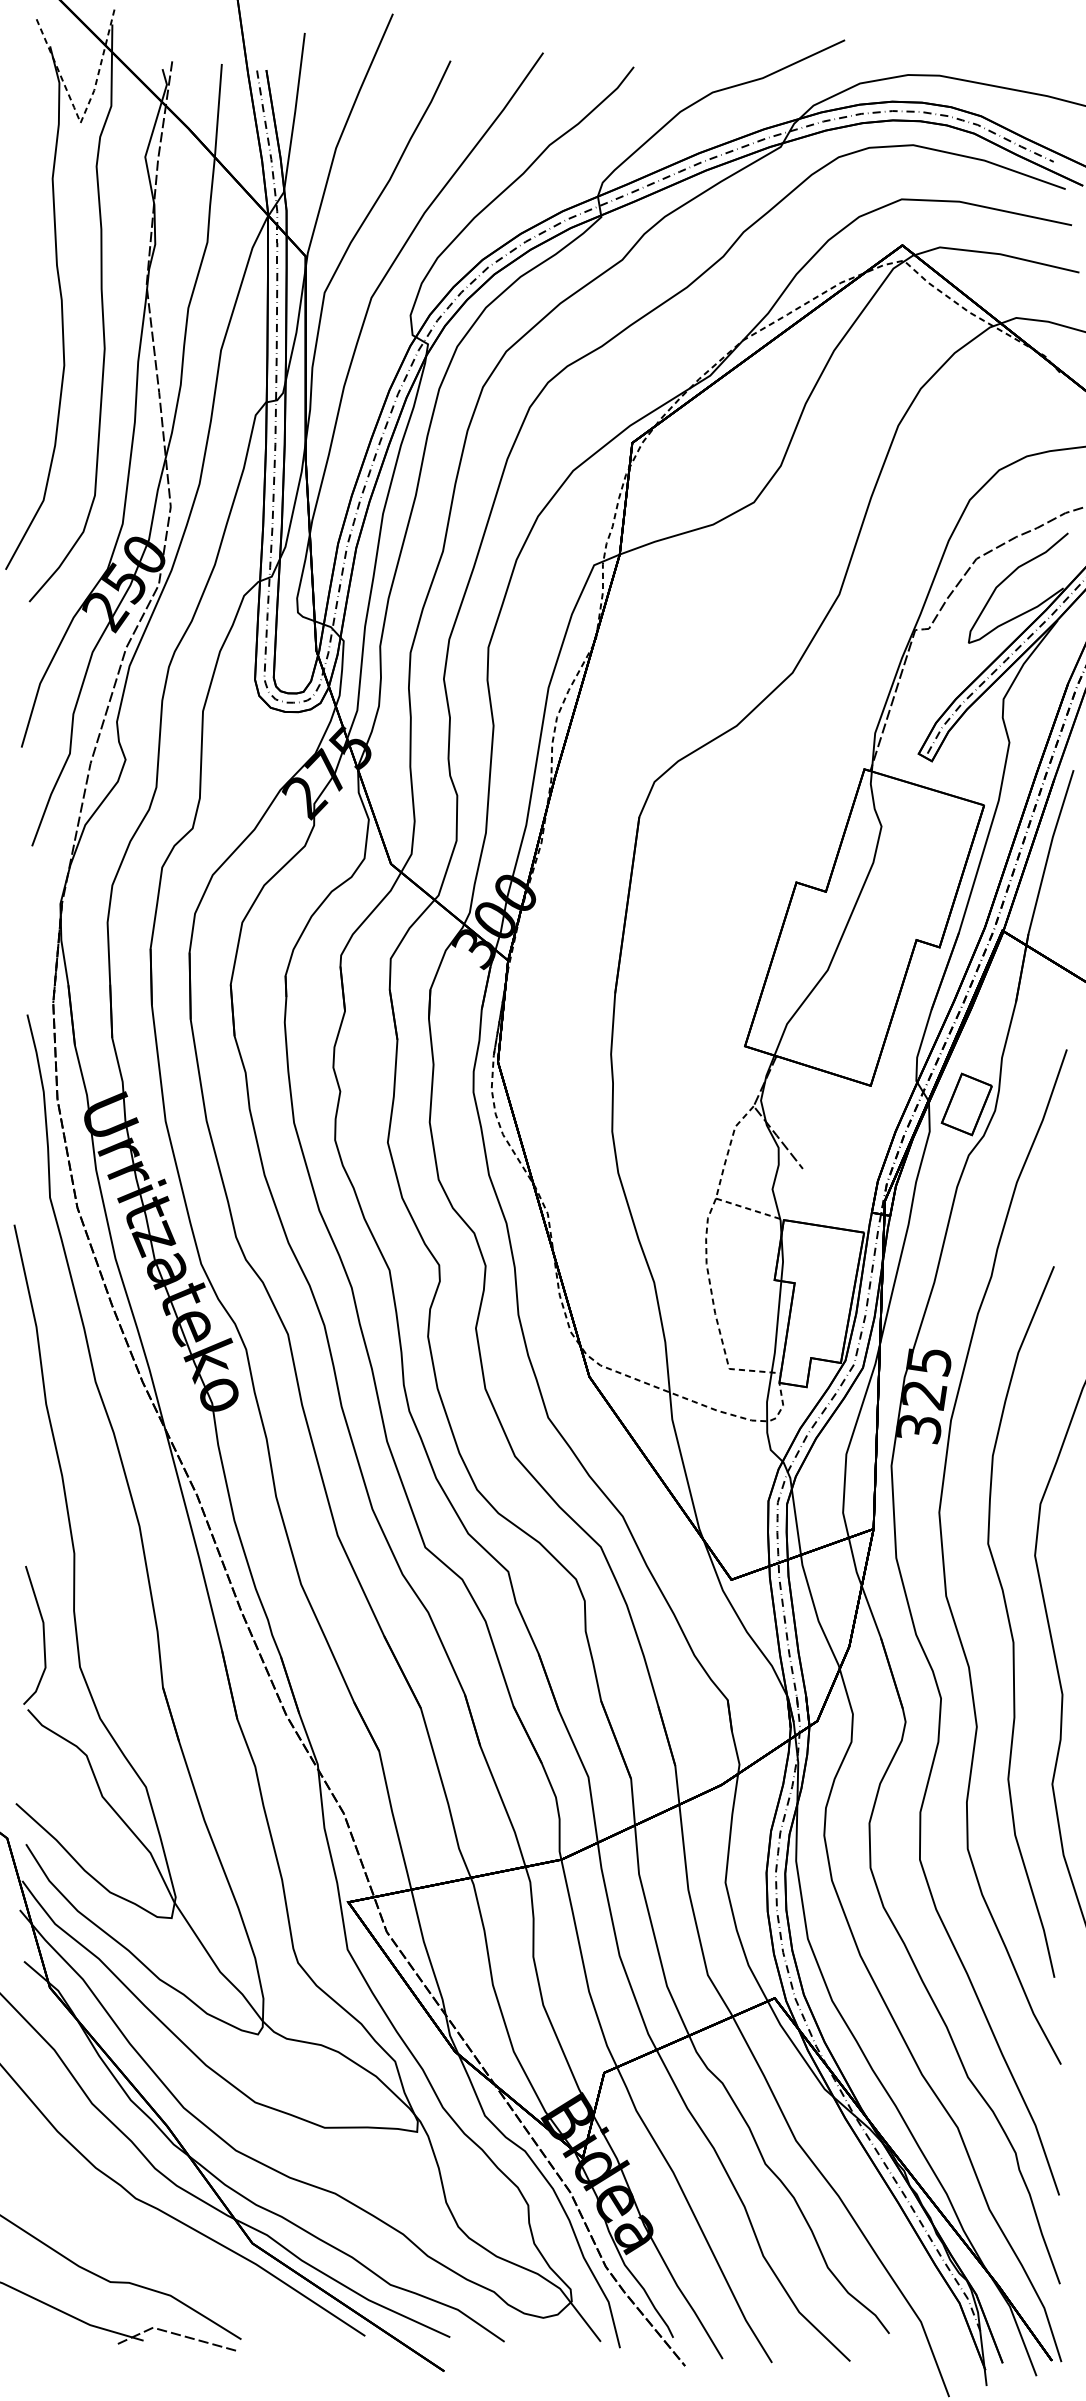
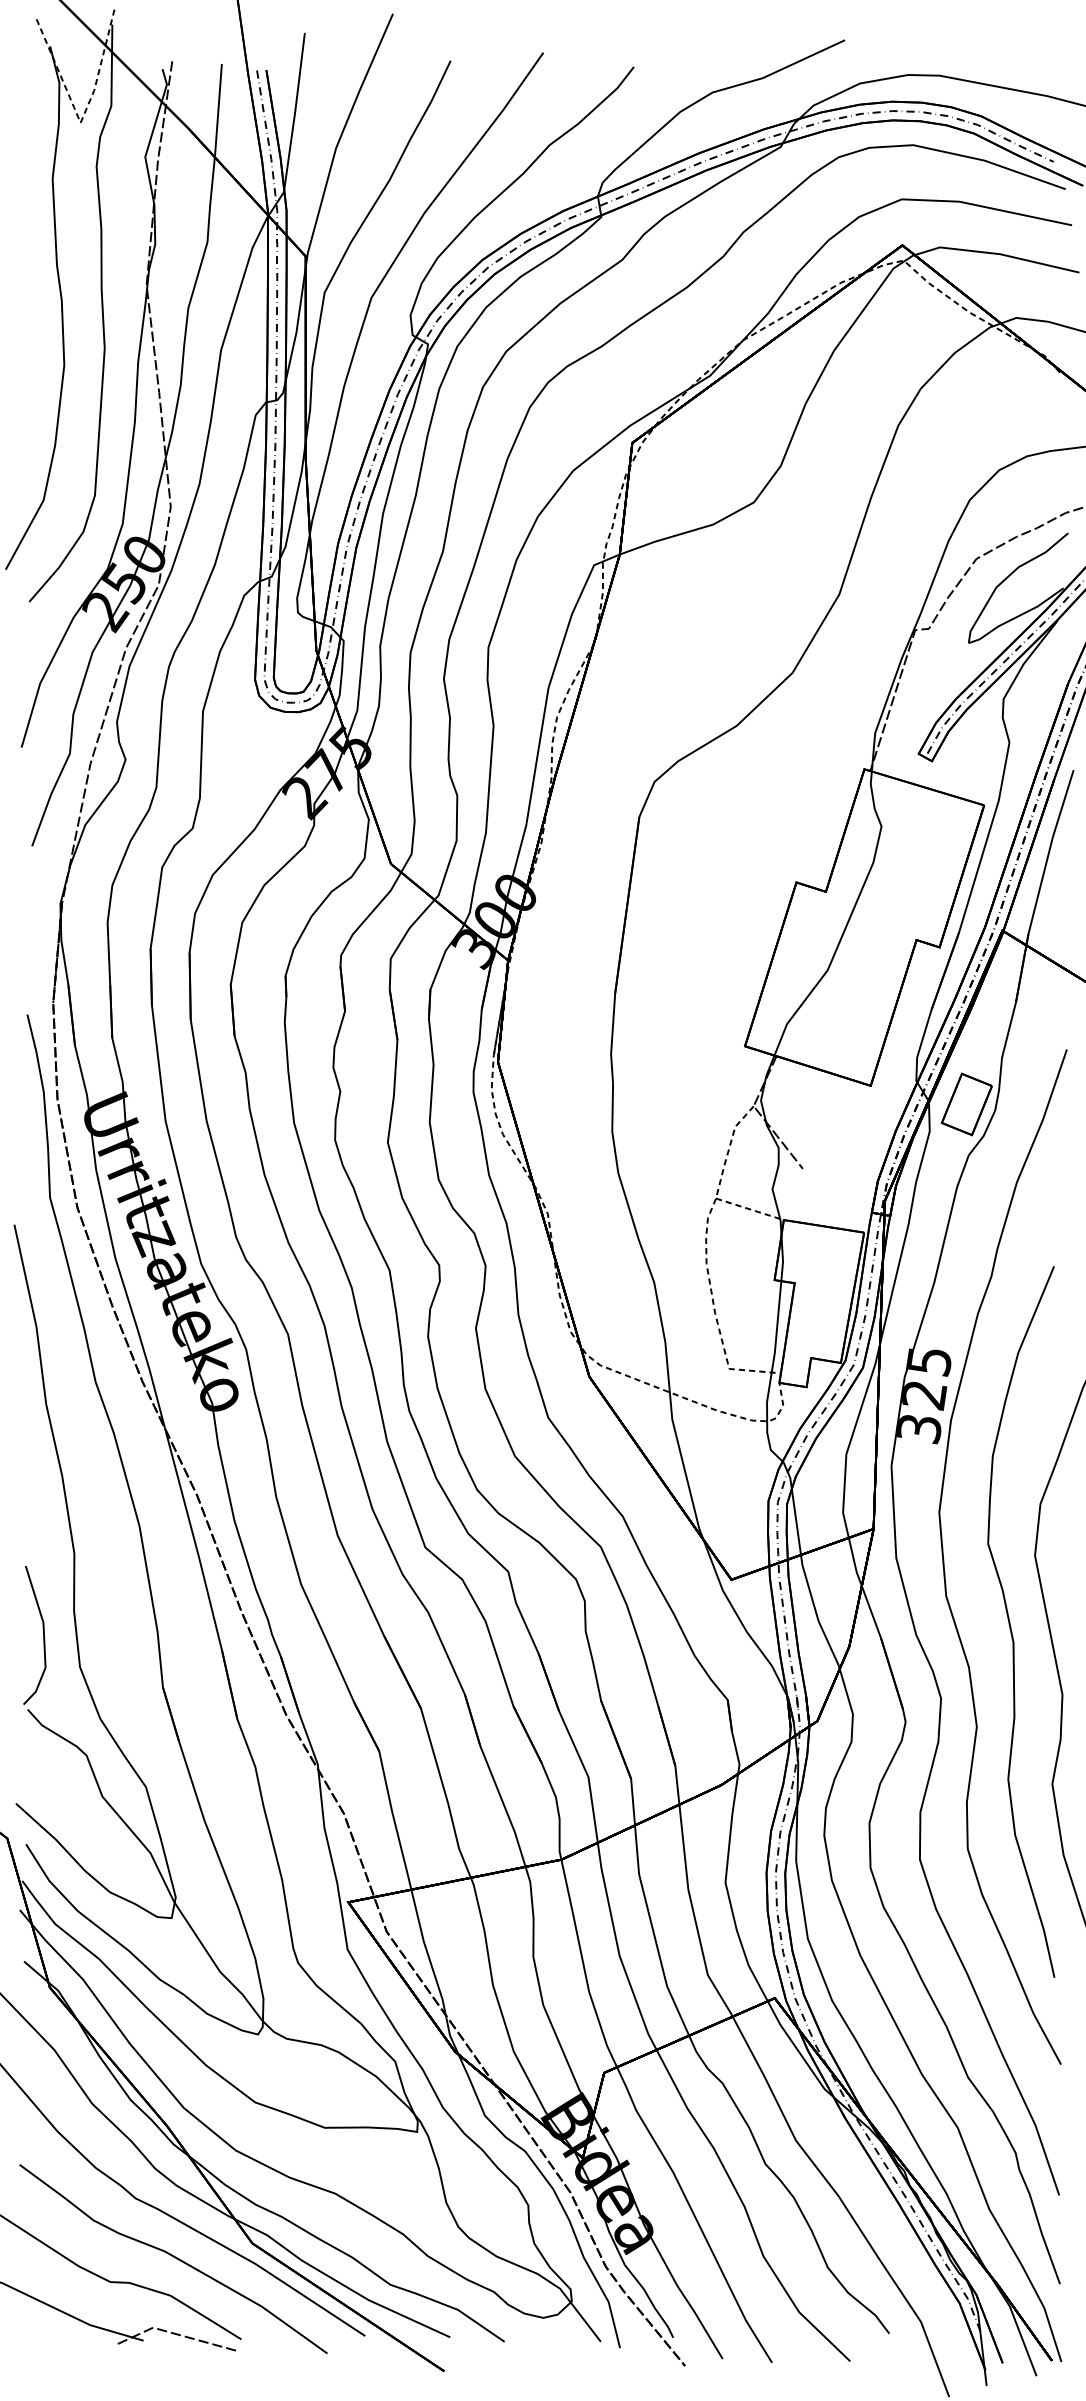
curve at (173, 2257): none -> present
